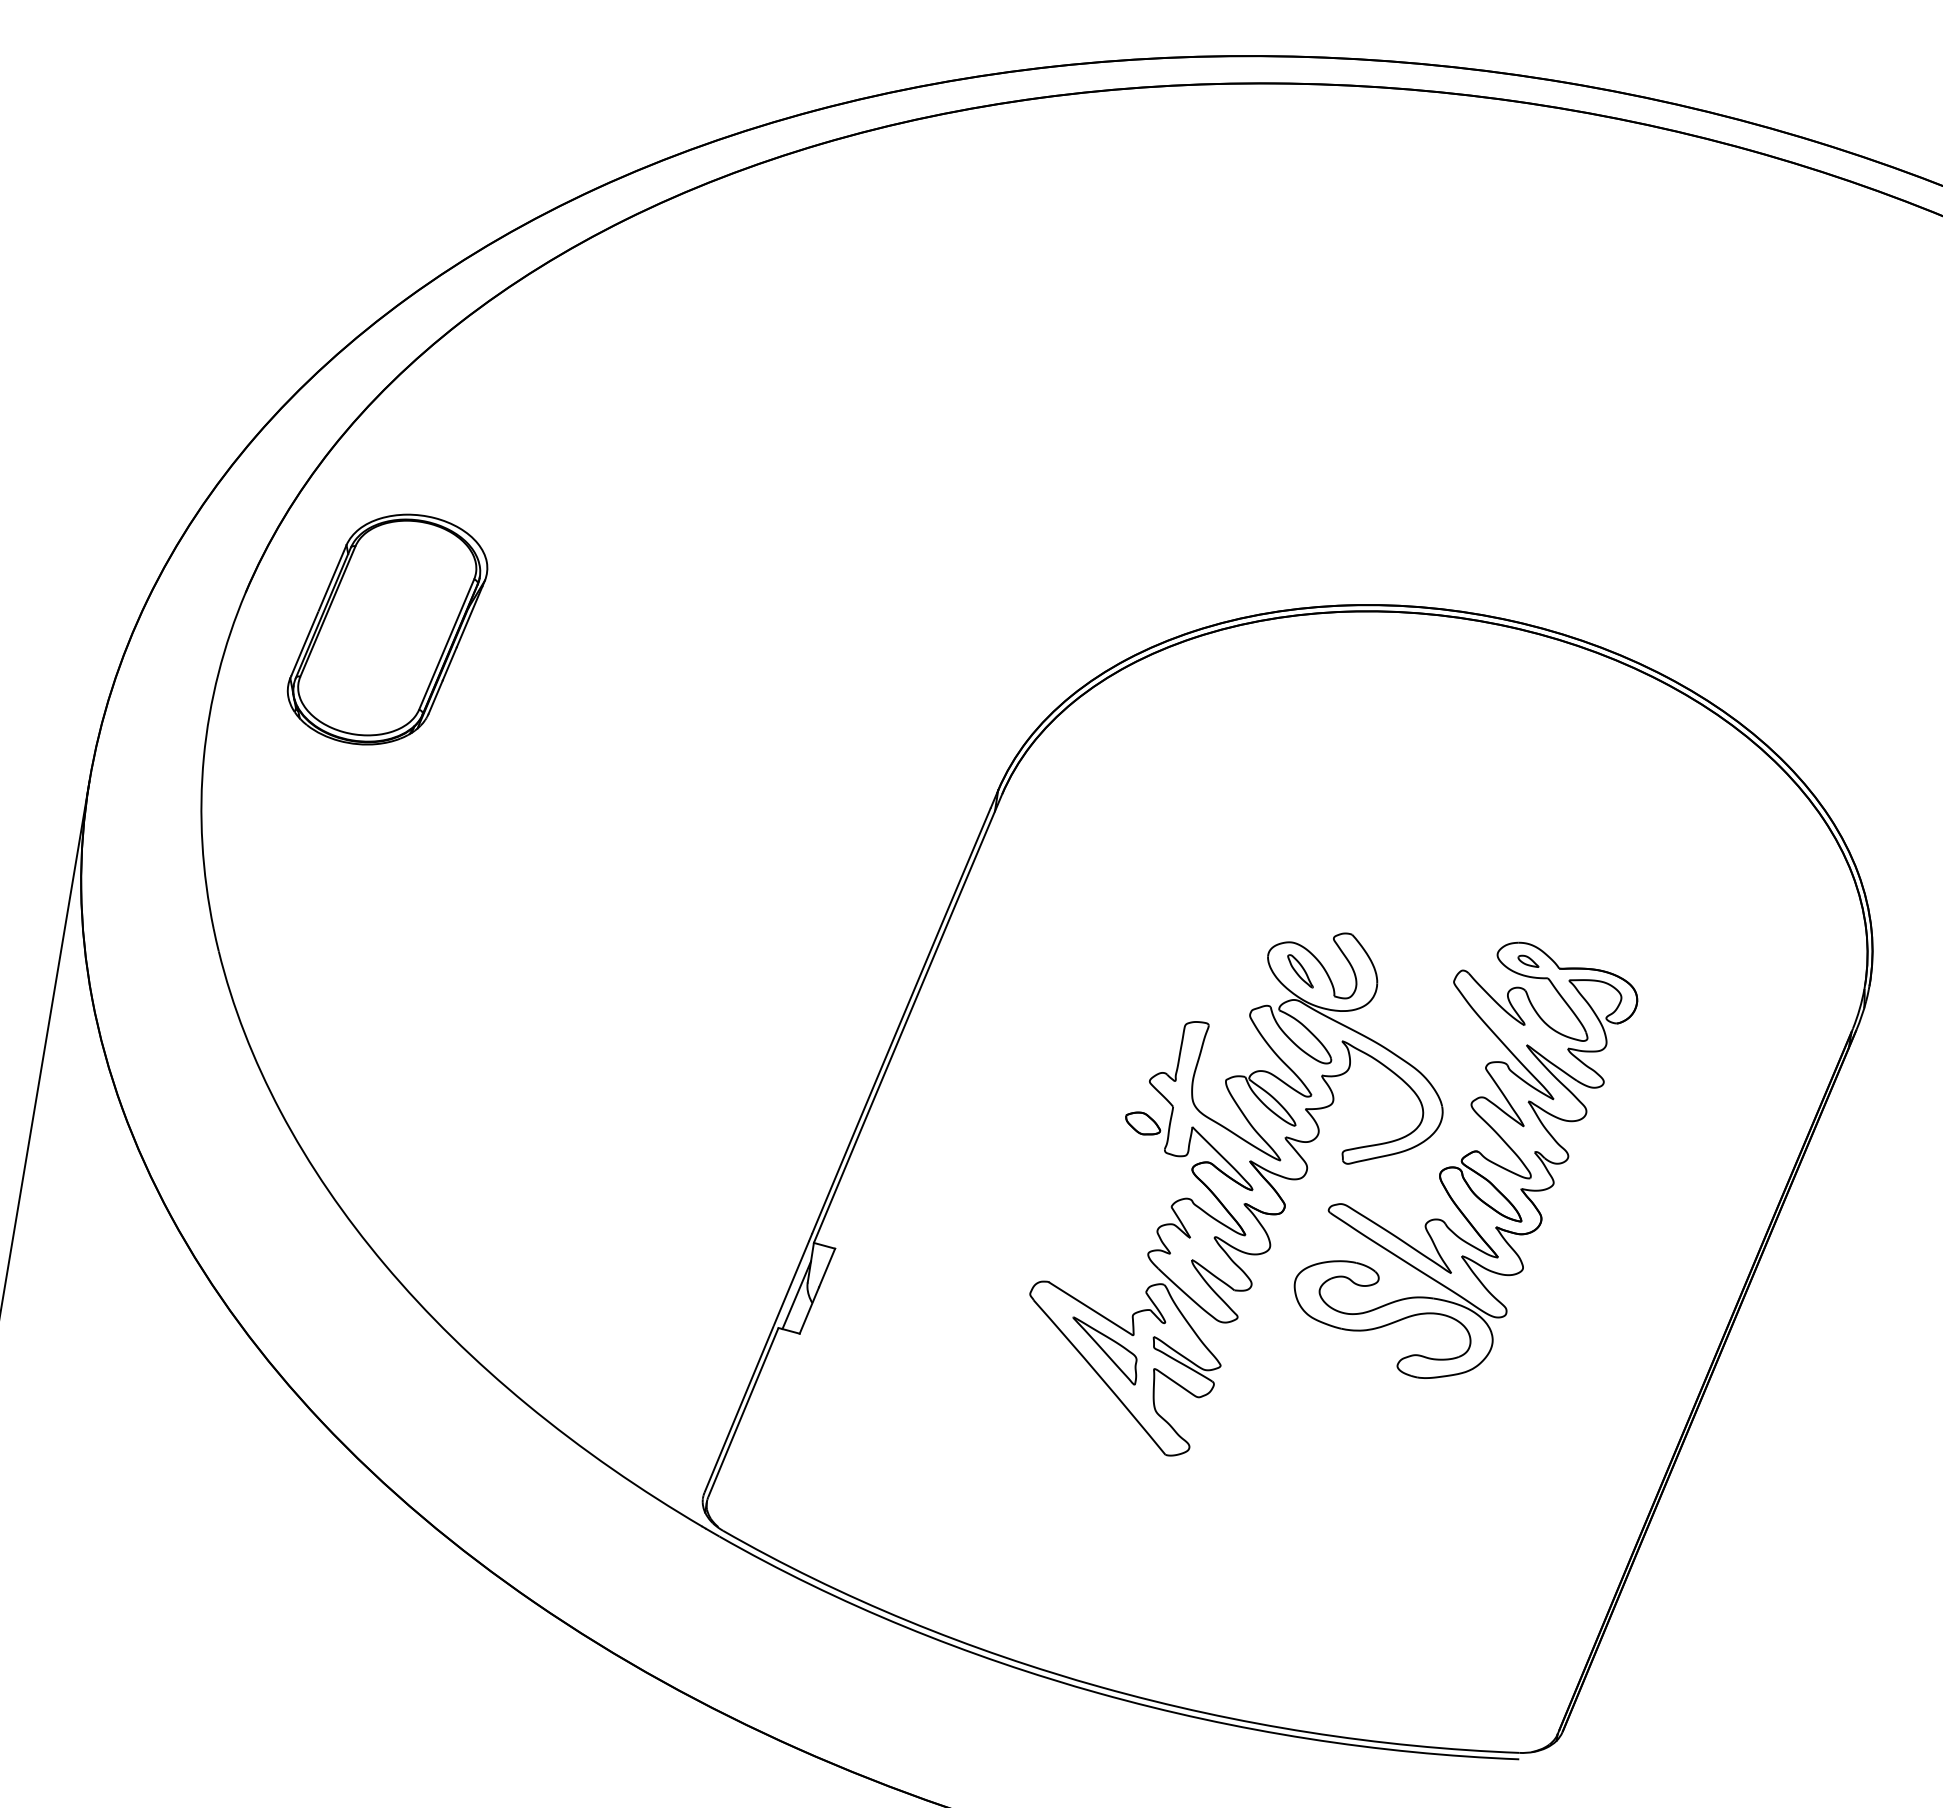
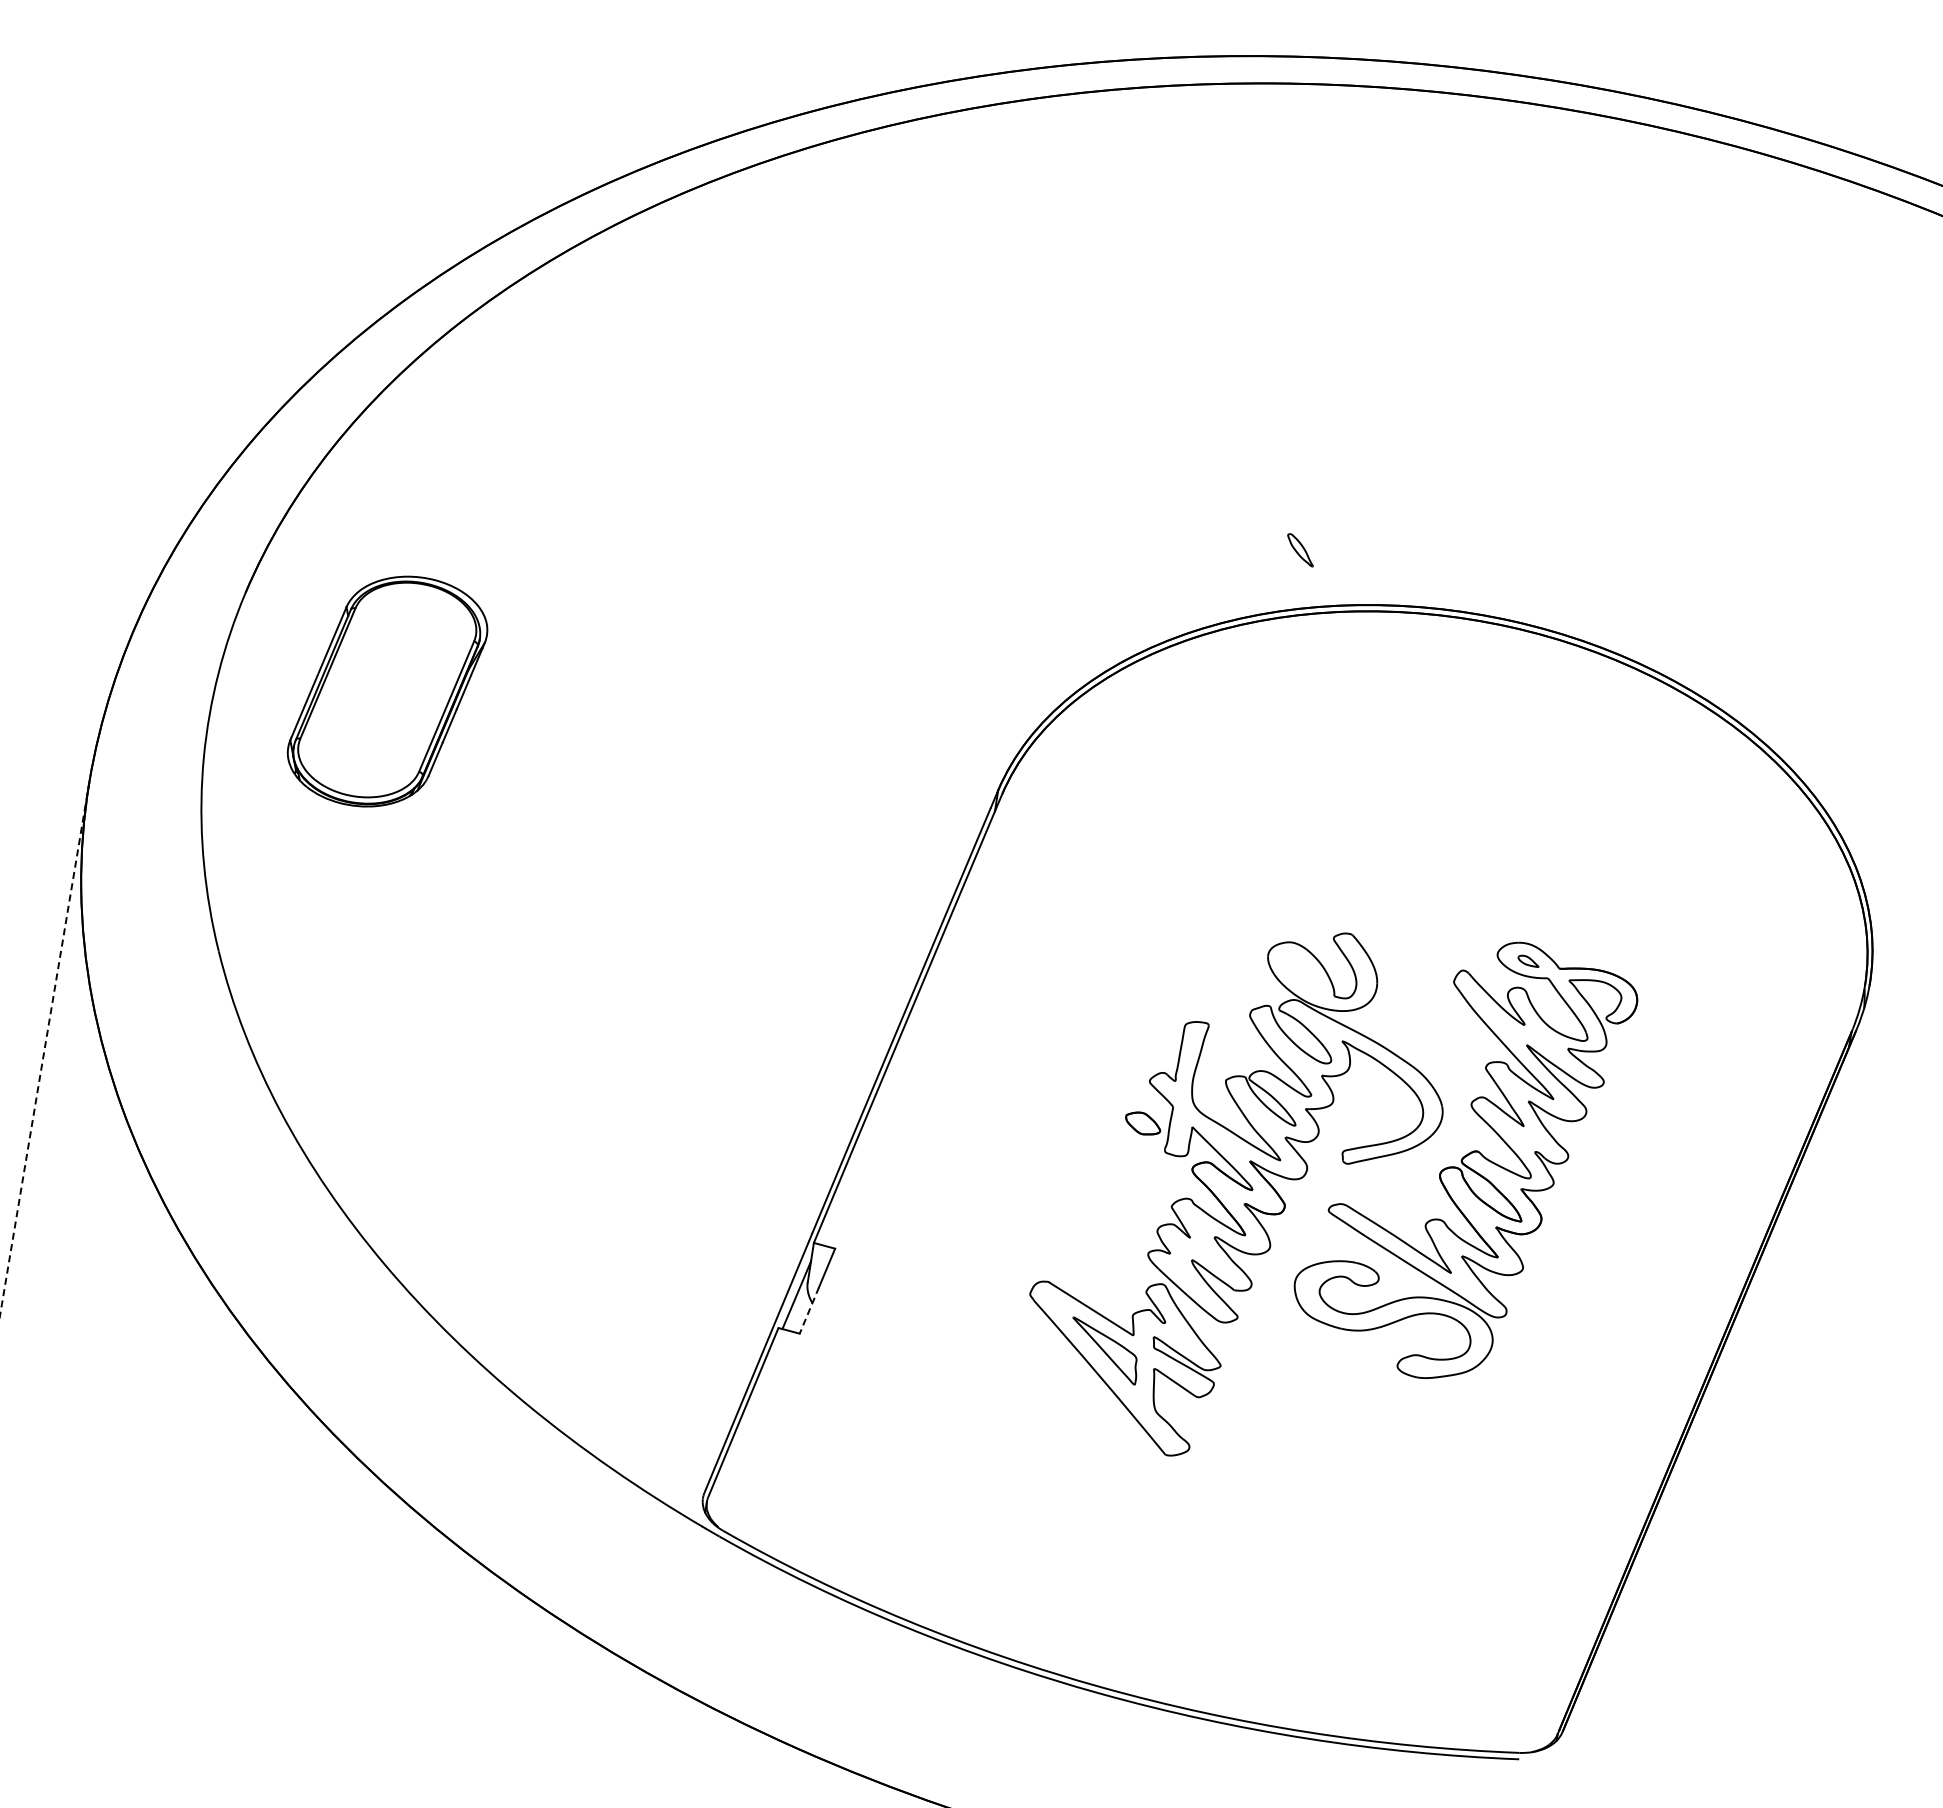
part at (387, 629) position: (387, 629) -> (387, 691)
part at (1300, 971) position: (1300, 971) -> (1300, 550)
line at (44, 1049): solid -> dashed
line at (809, 1310): solid -> dashed
